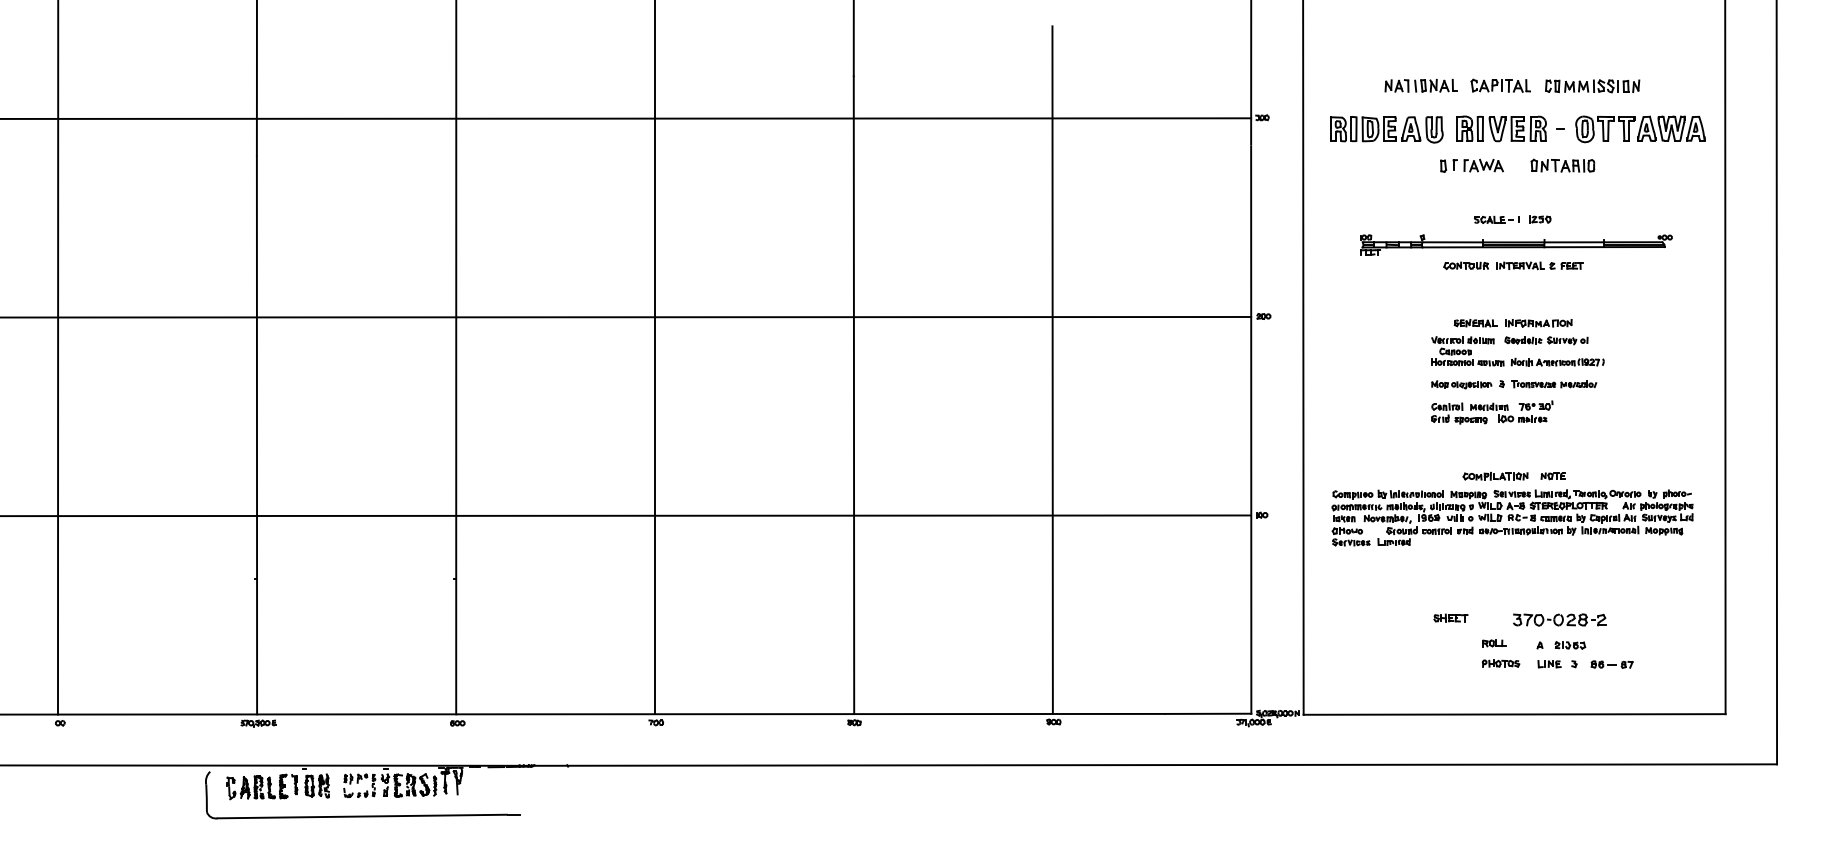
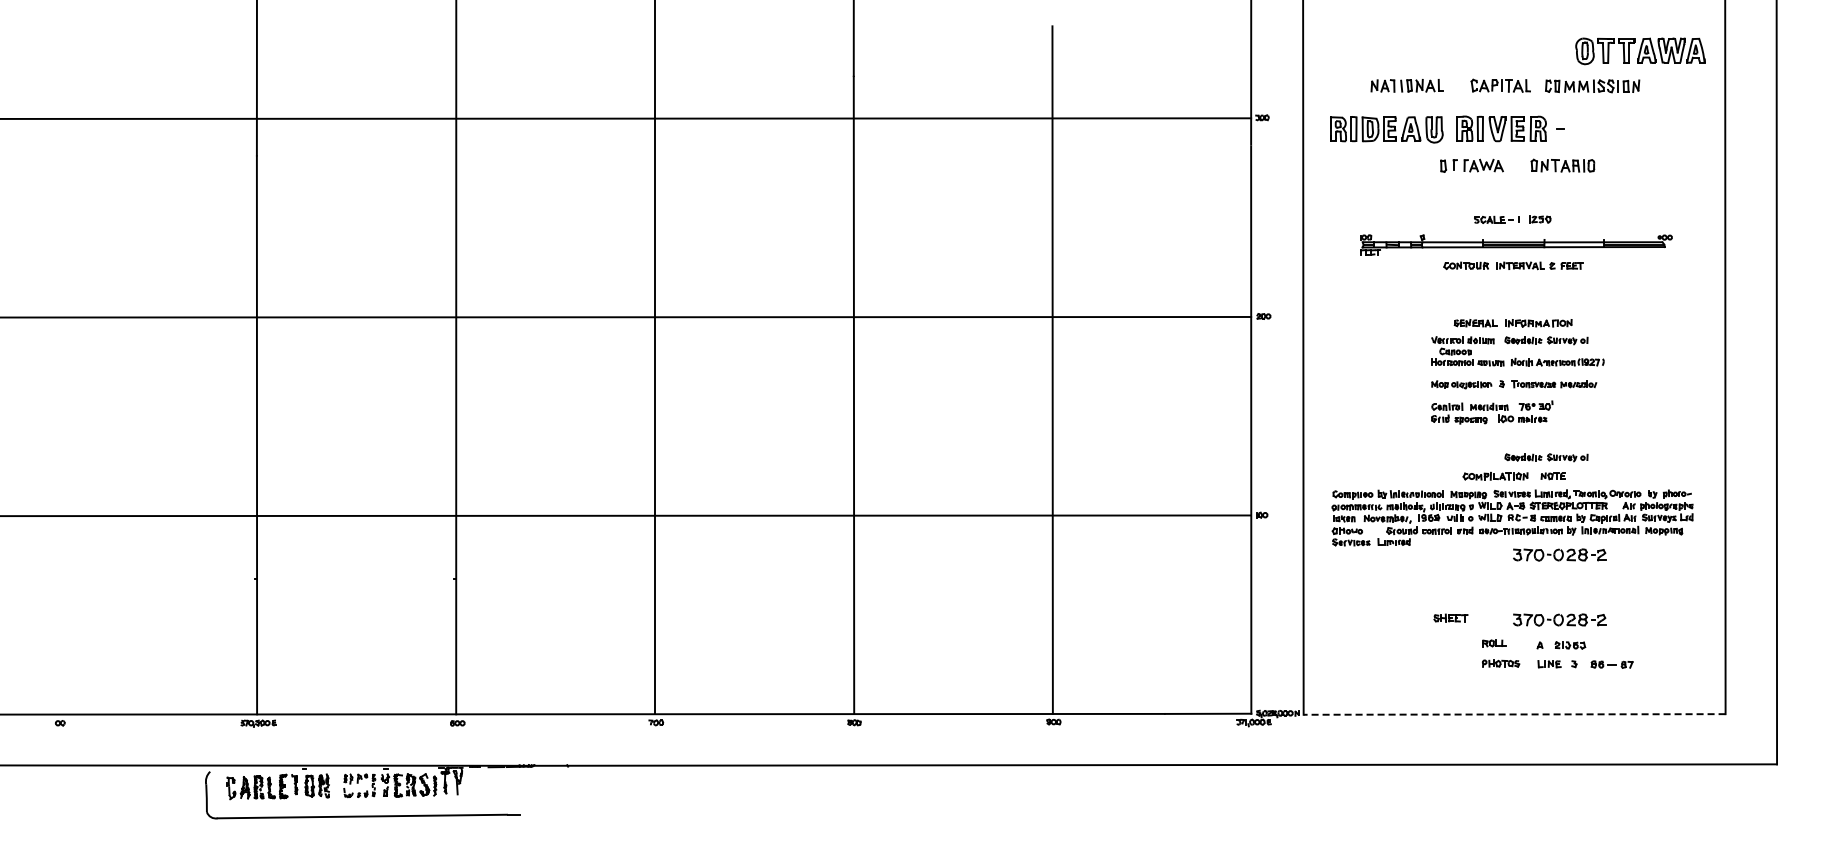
part at (1420, 85) position: (1420, 85) -> (1406, 85)
part at (1640, 129) position: (1640, 129) -> (1640, 51)
line at (58, 358): present -> none
part at (1546, 457): none -> present
part at (1559, 554): none -> present
line at (1514, 714): solid -> dashed
